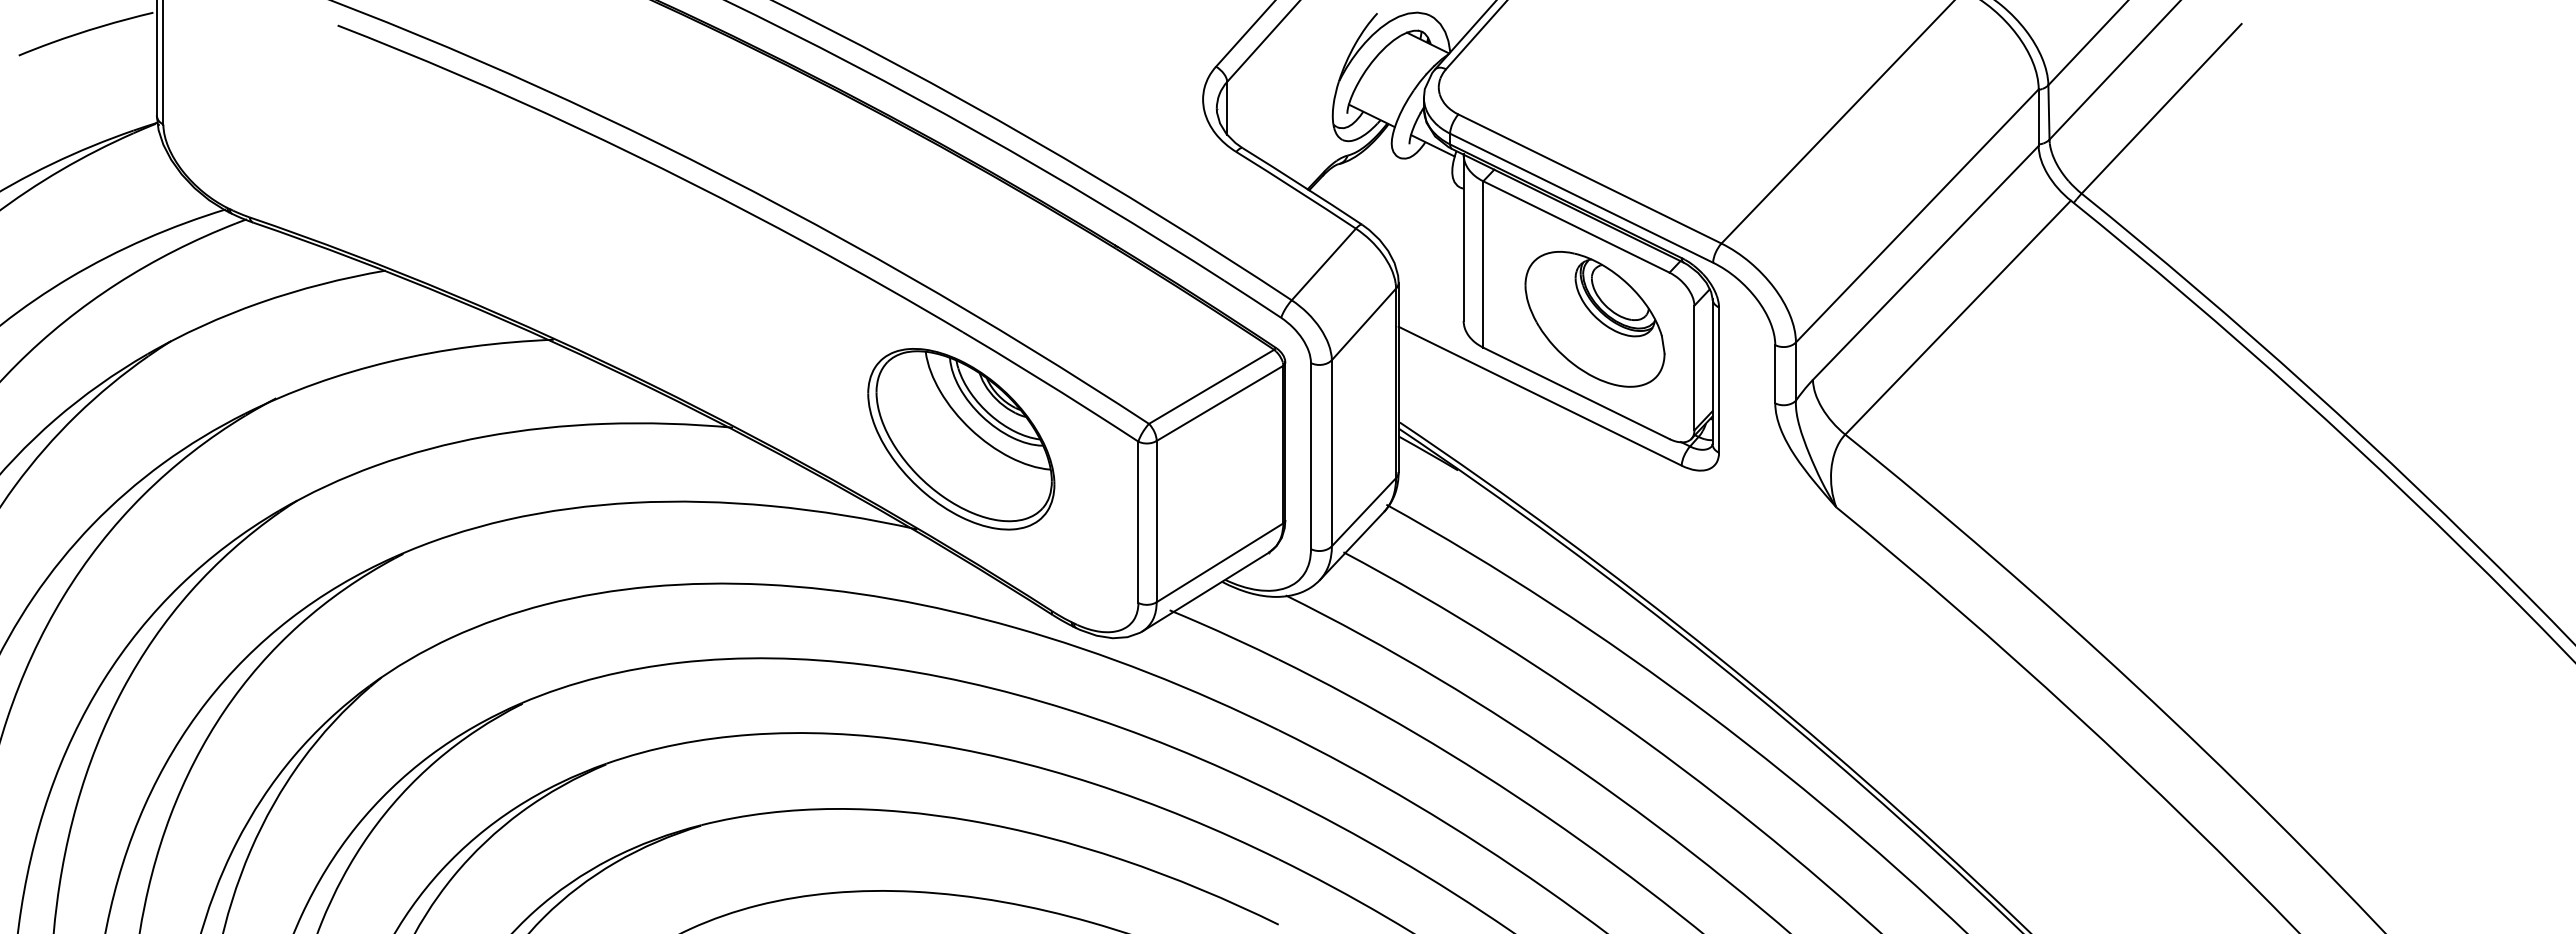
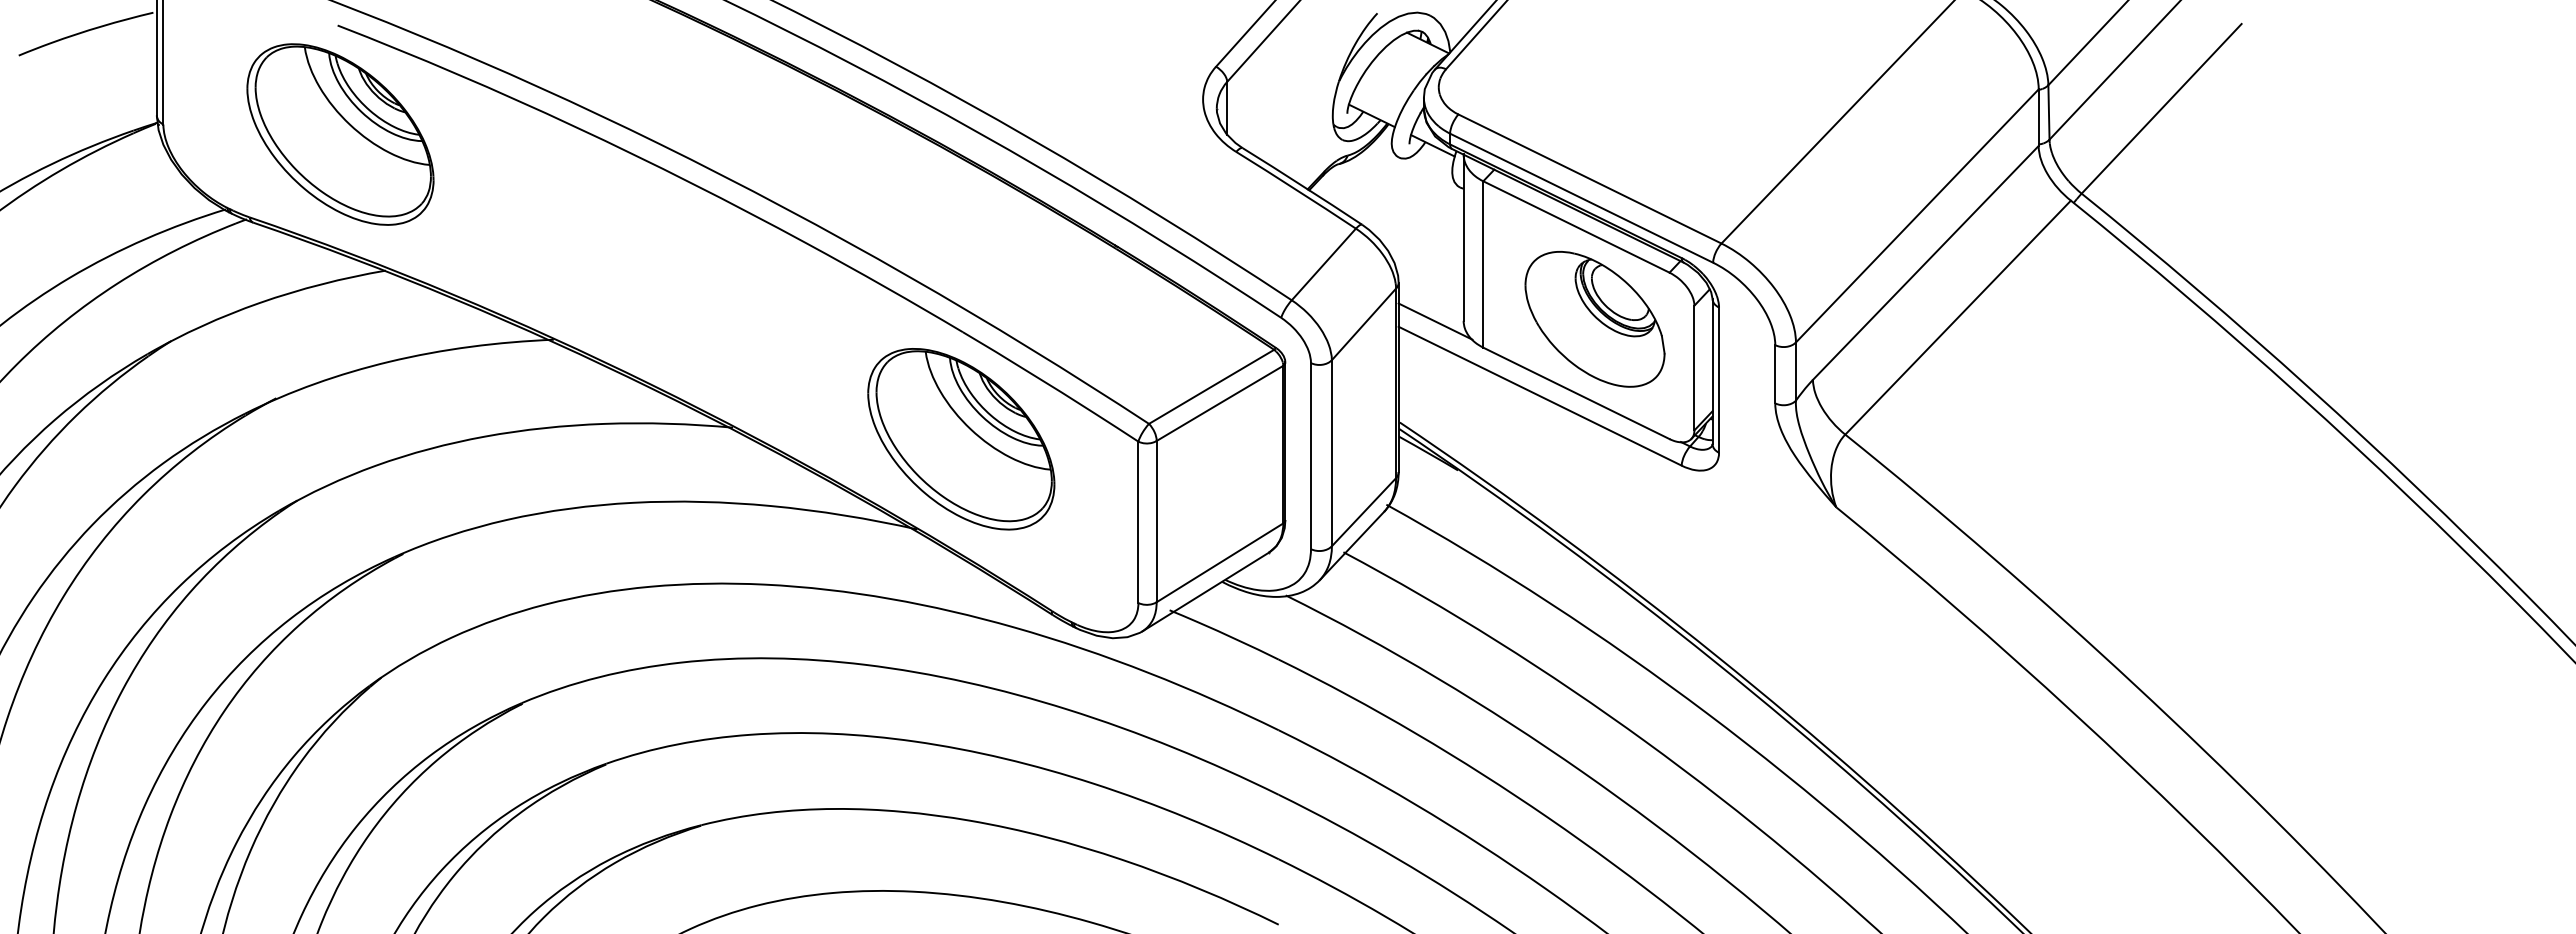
part at (340, 134): none -> present
line at (1435, 321): none -> present
